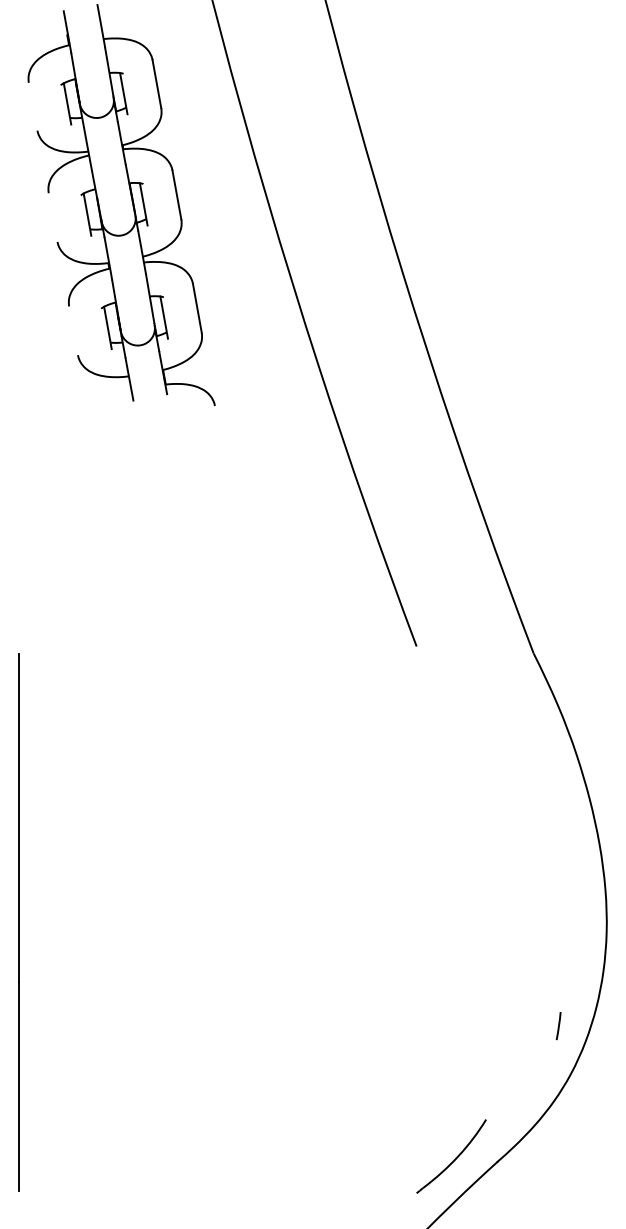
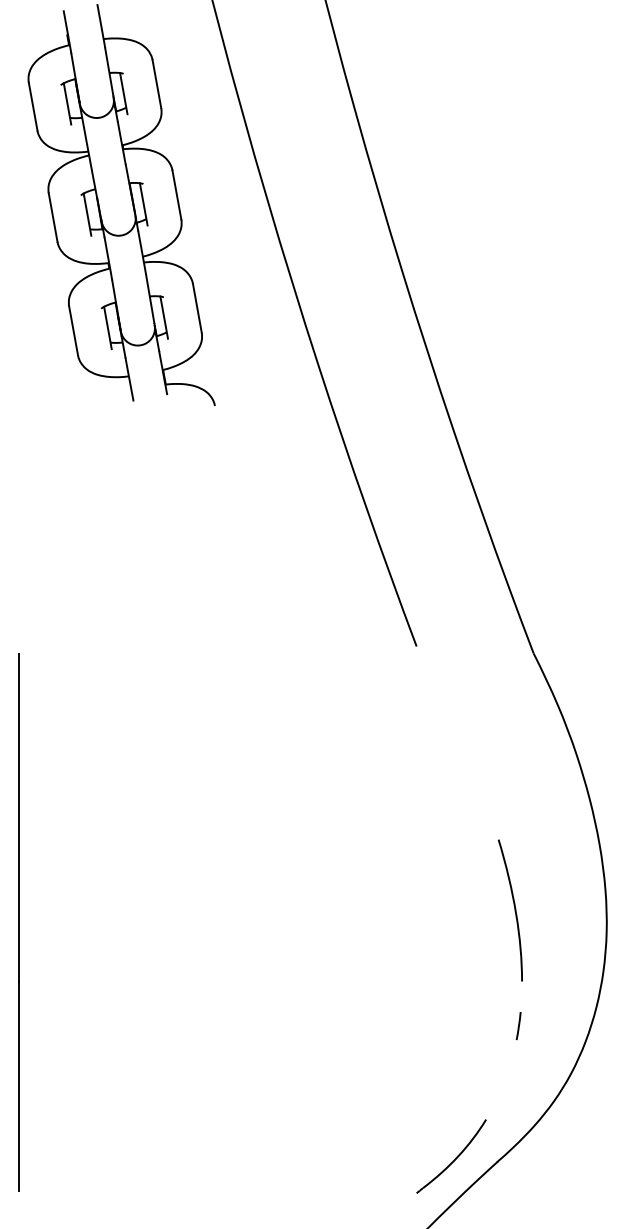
line at (32, 106): none -> present
line at (52, 217): none -> present
line at (73, 330): none -> present
curve at (514, 910): none -> present
line at (558, 1026) position: (558, 1026) -> (518, 1026)
